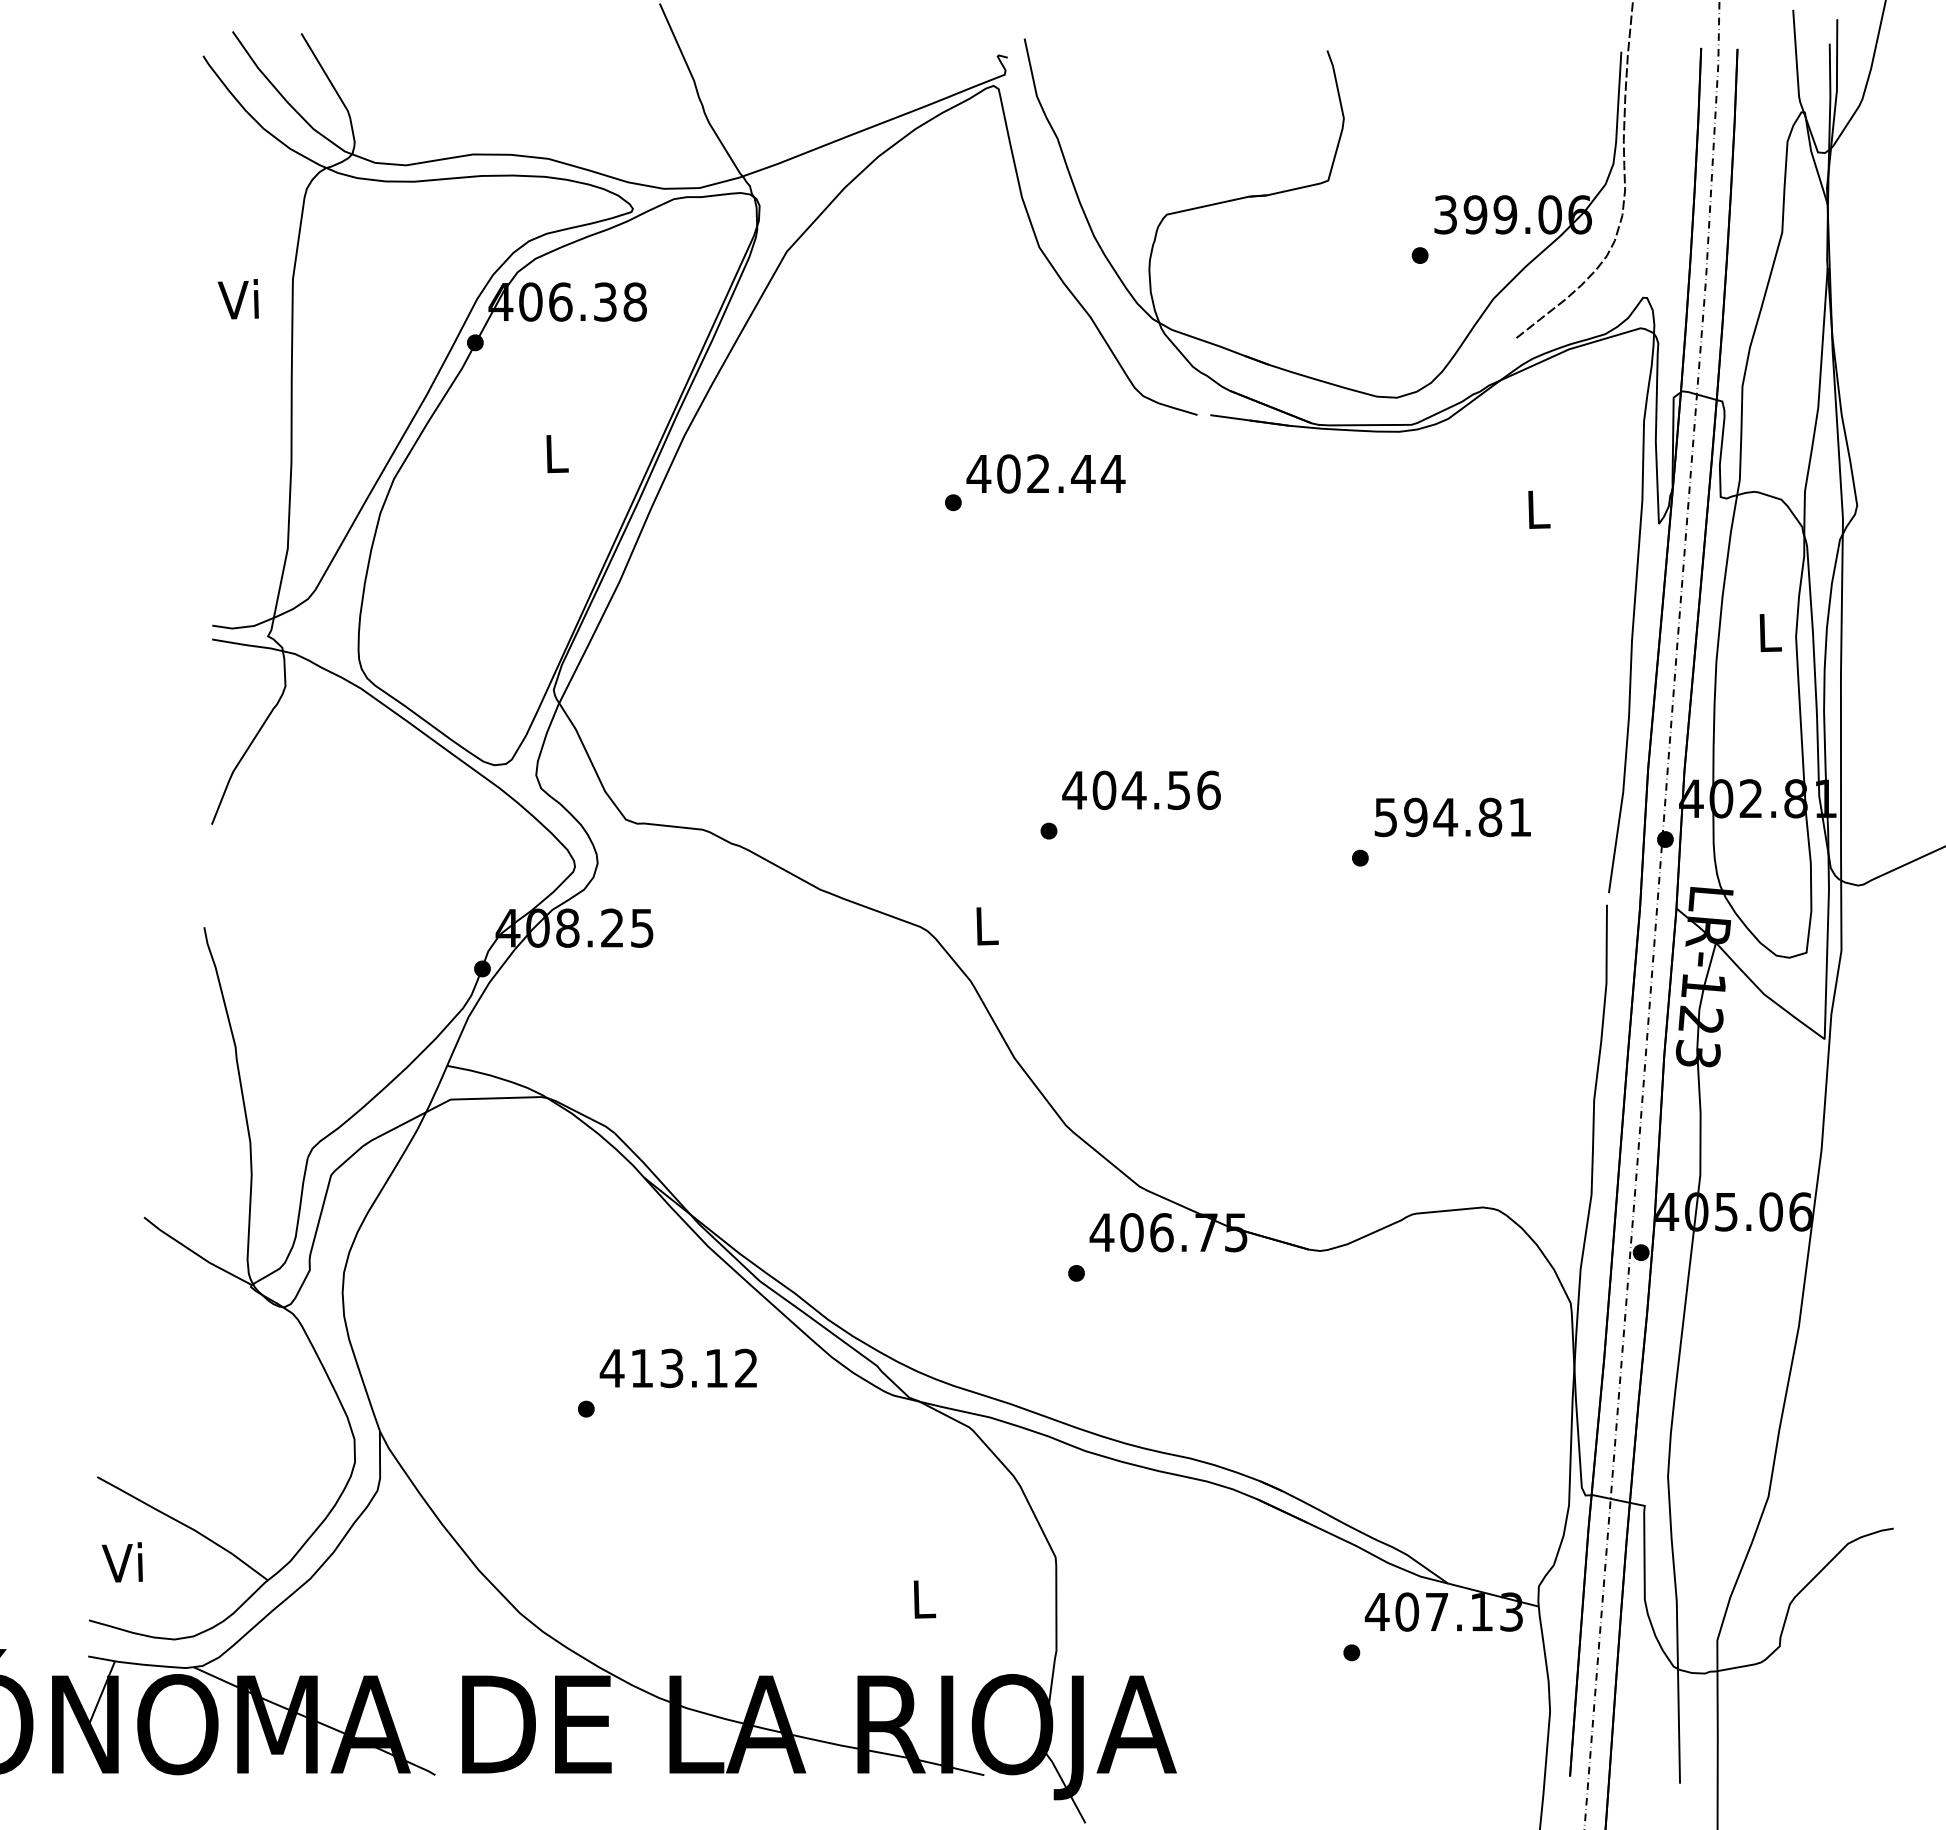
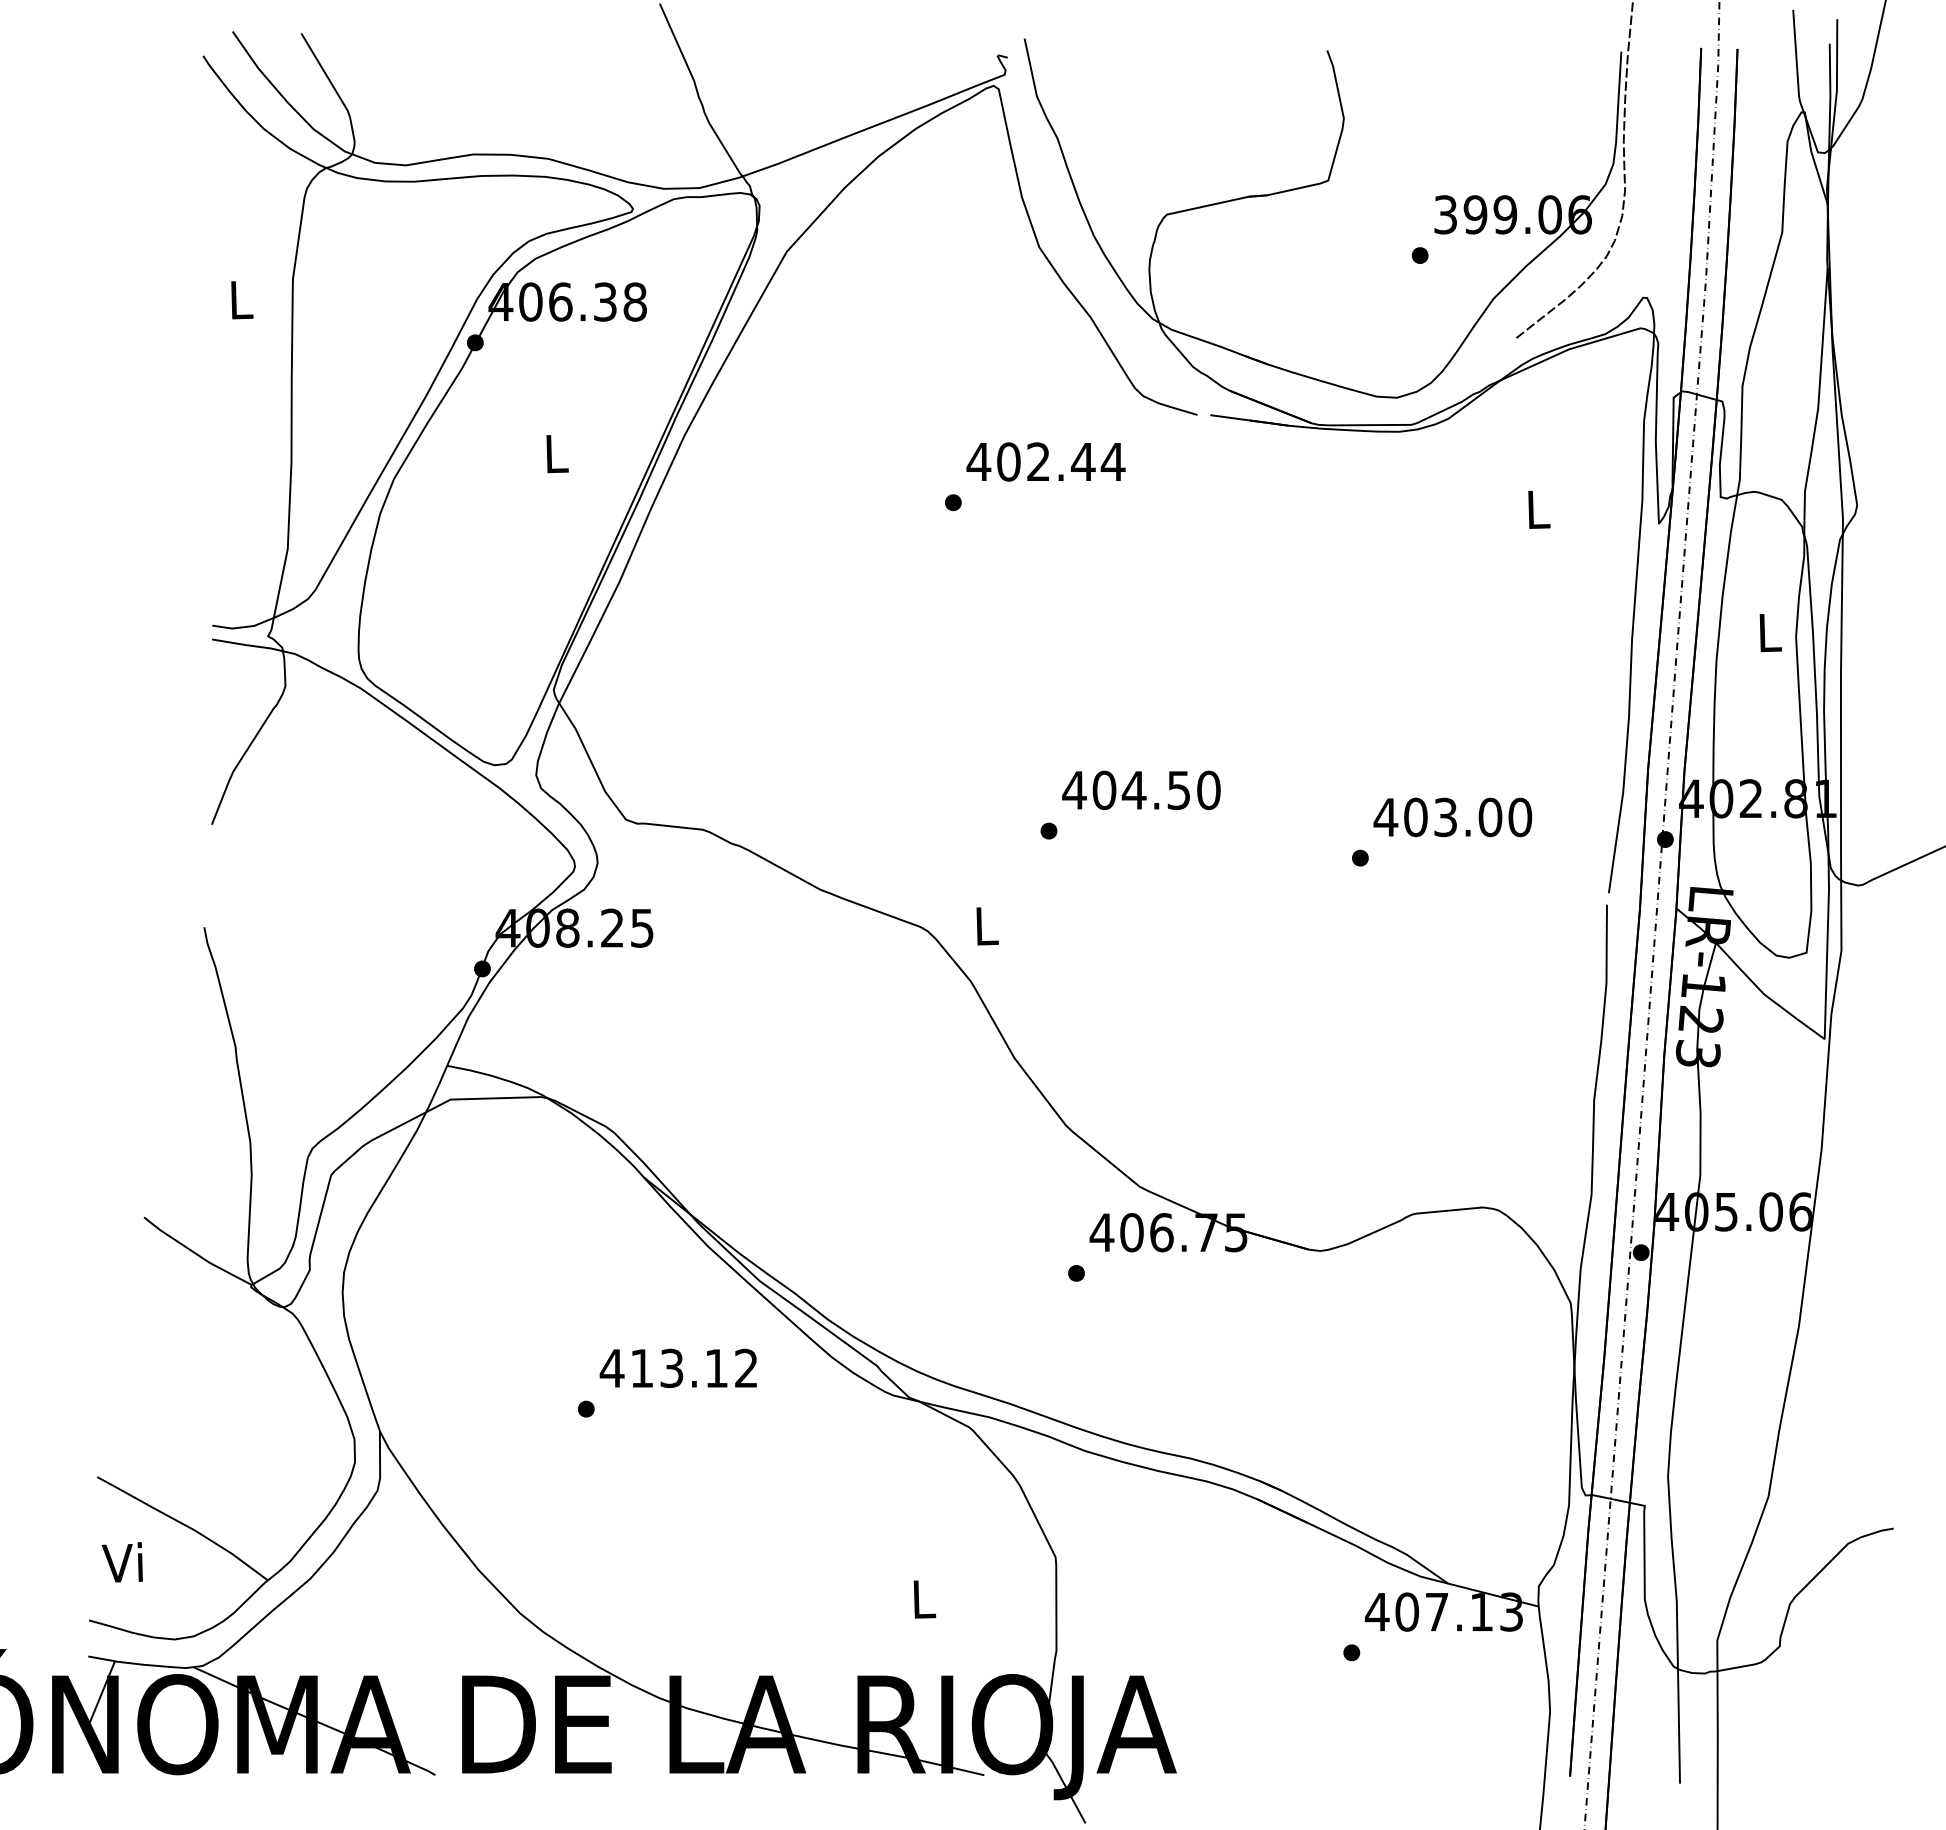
text at (237, 299): Vi -> L
text at (1045, 473) position: (1045, 473) -> (1045, 461)
text at (1208, 789): 404.56 -> 404.50
text at (1452, 817): 594.81 -> 403.00
